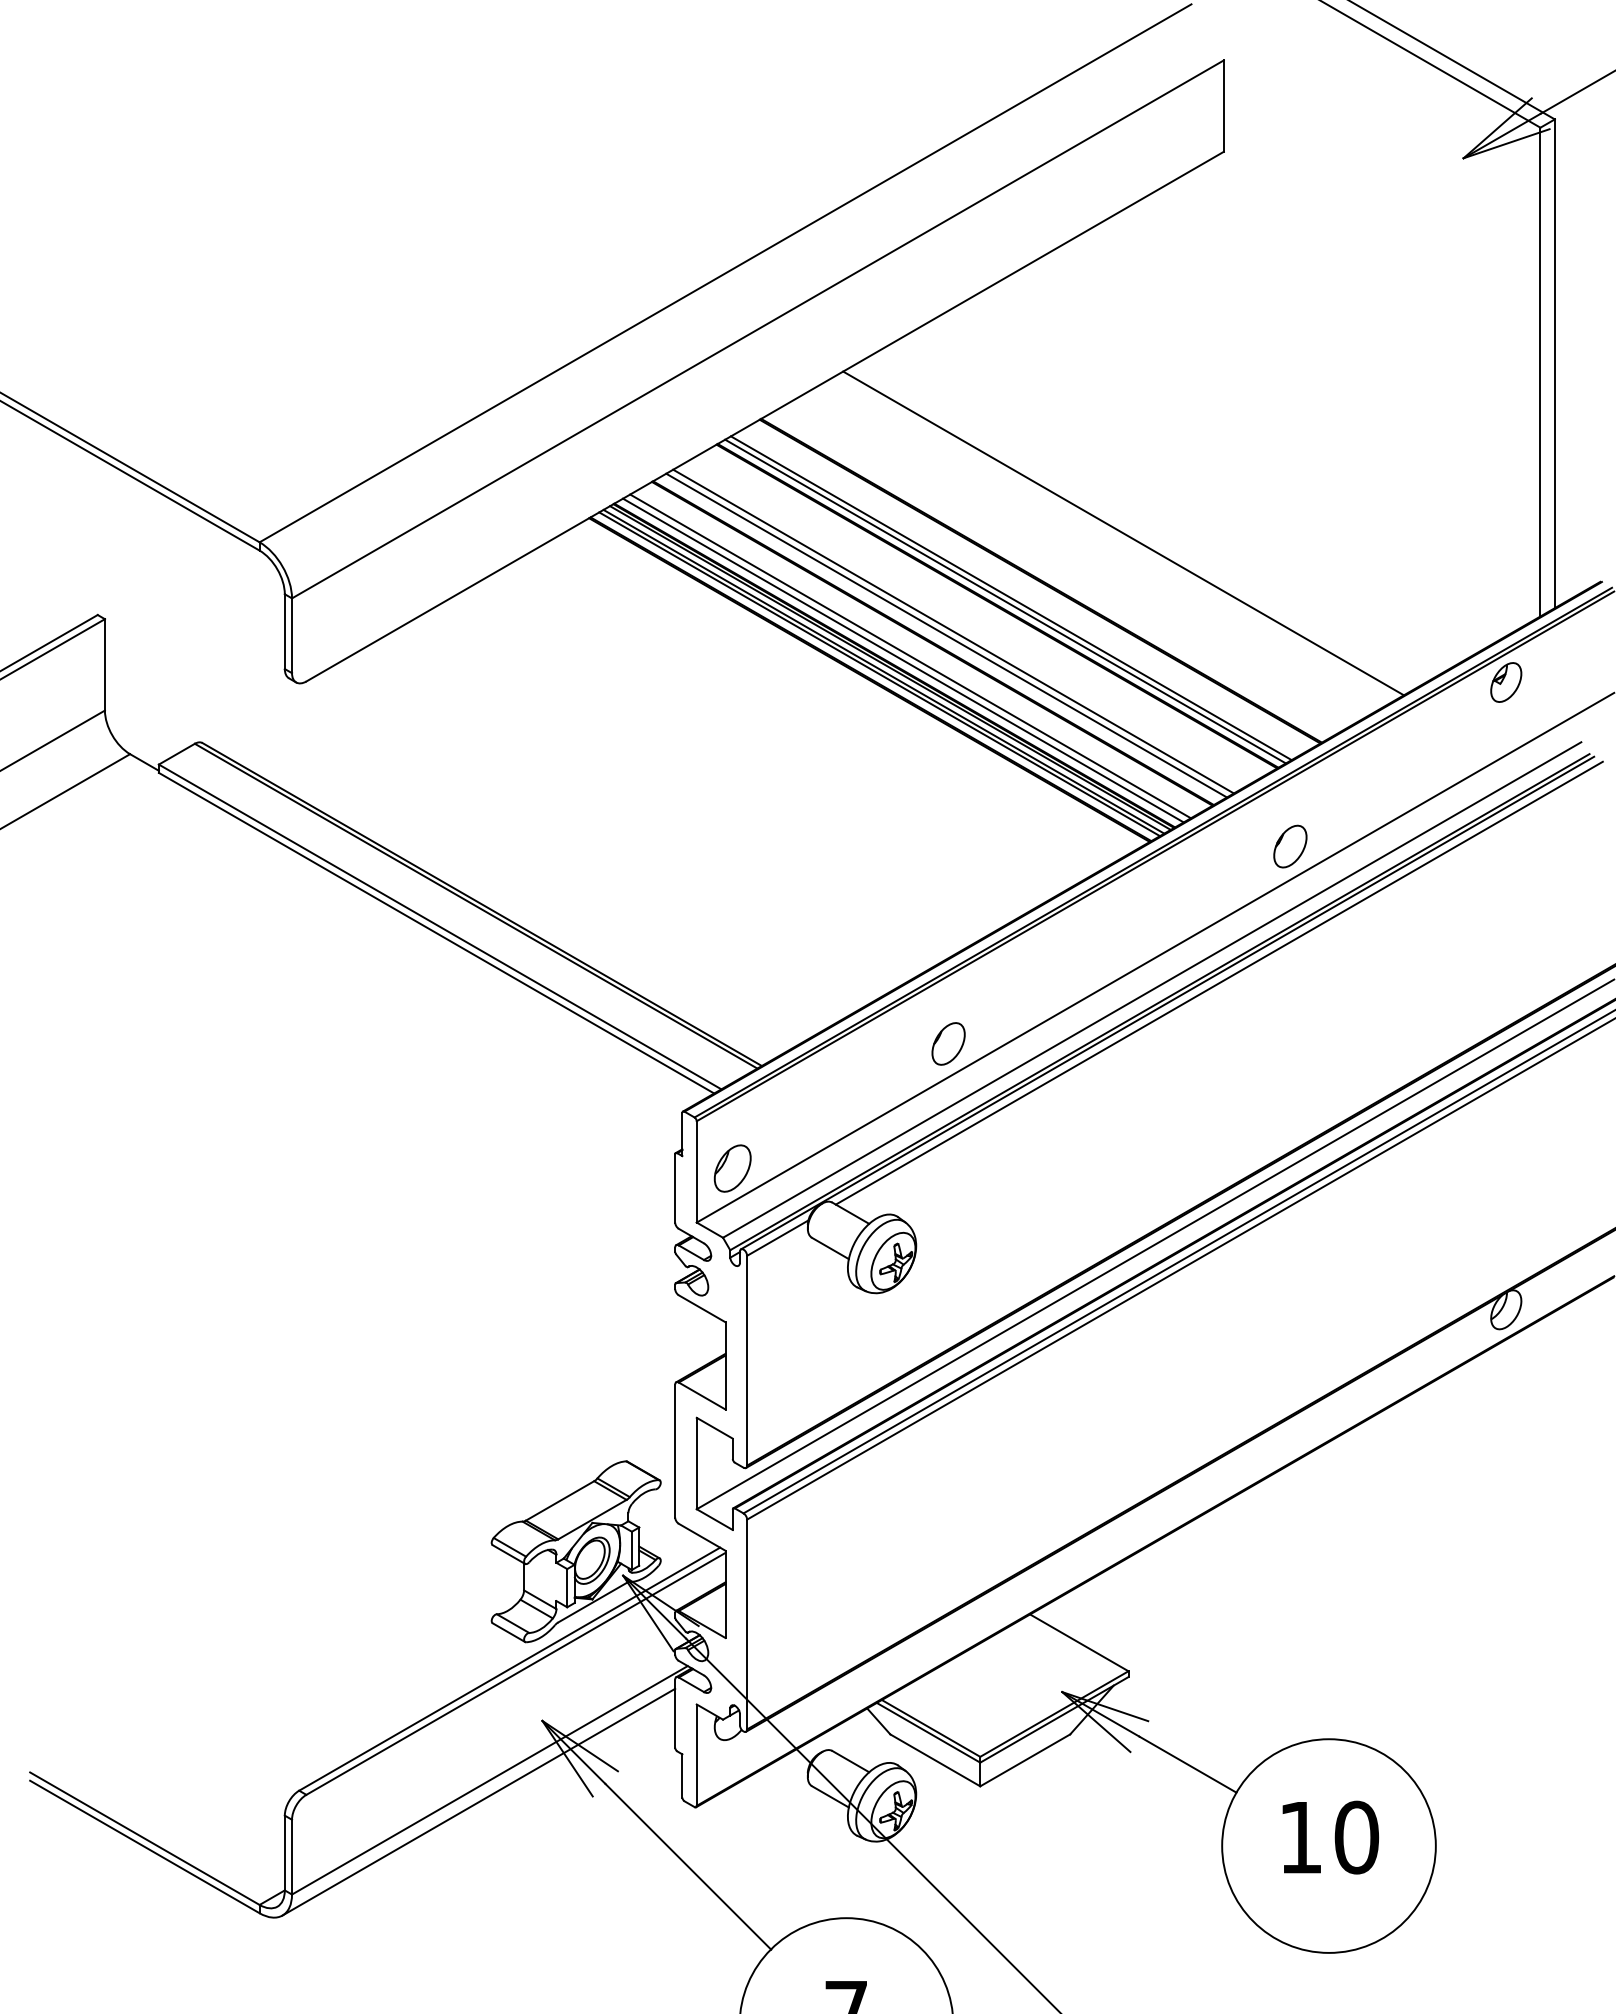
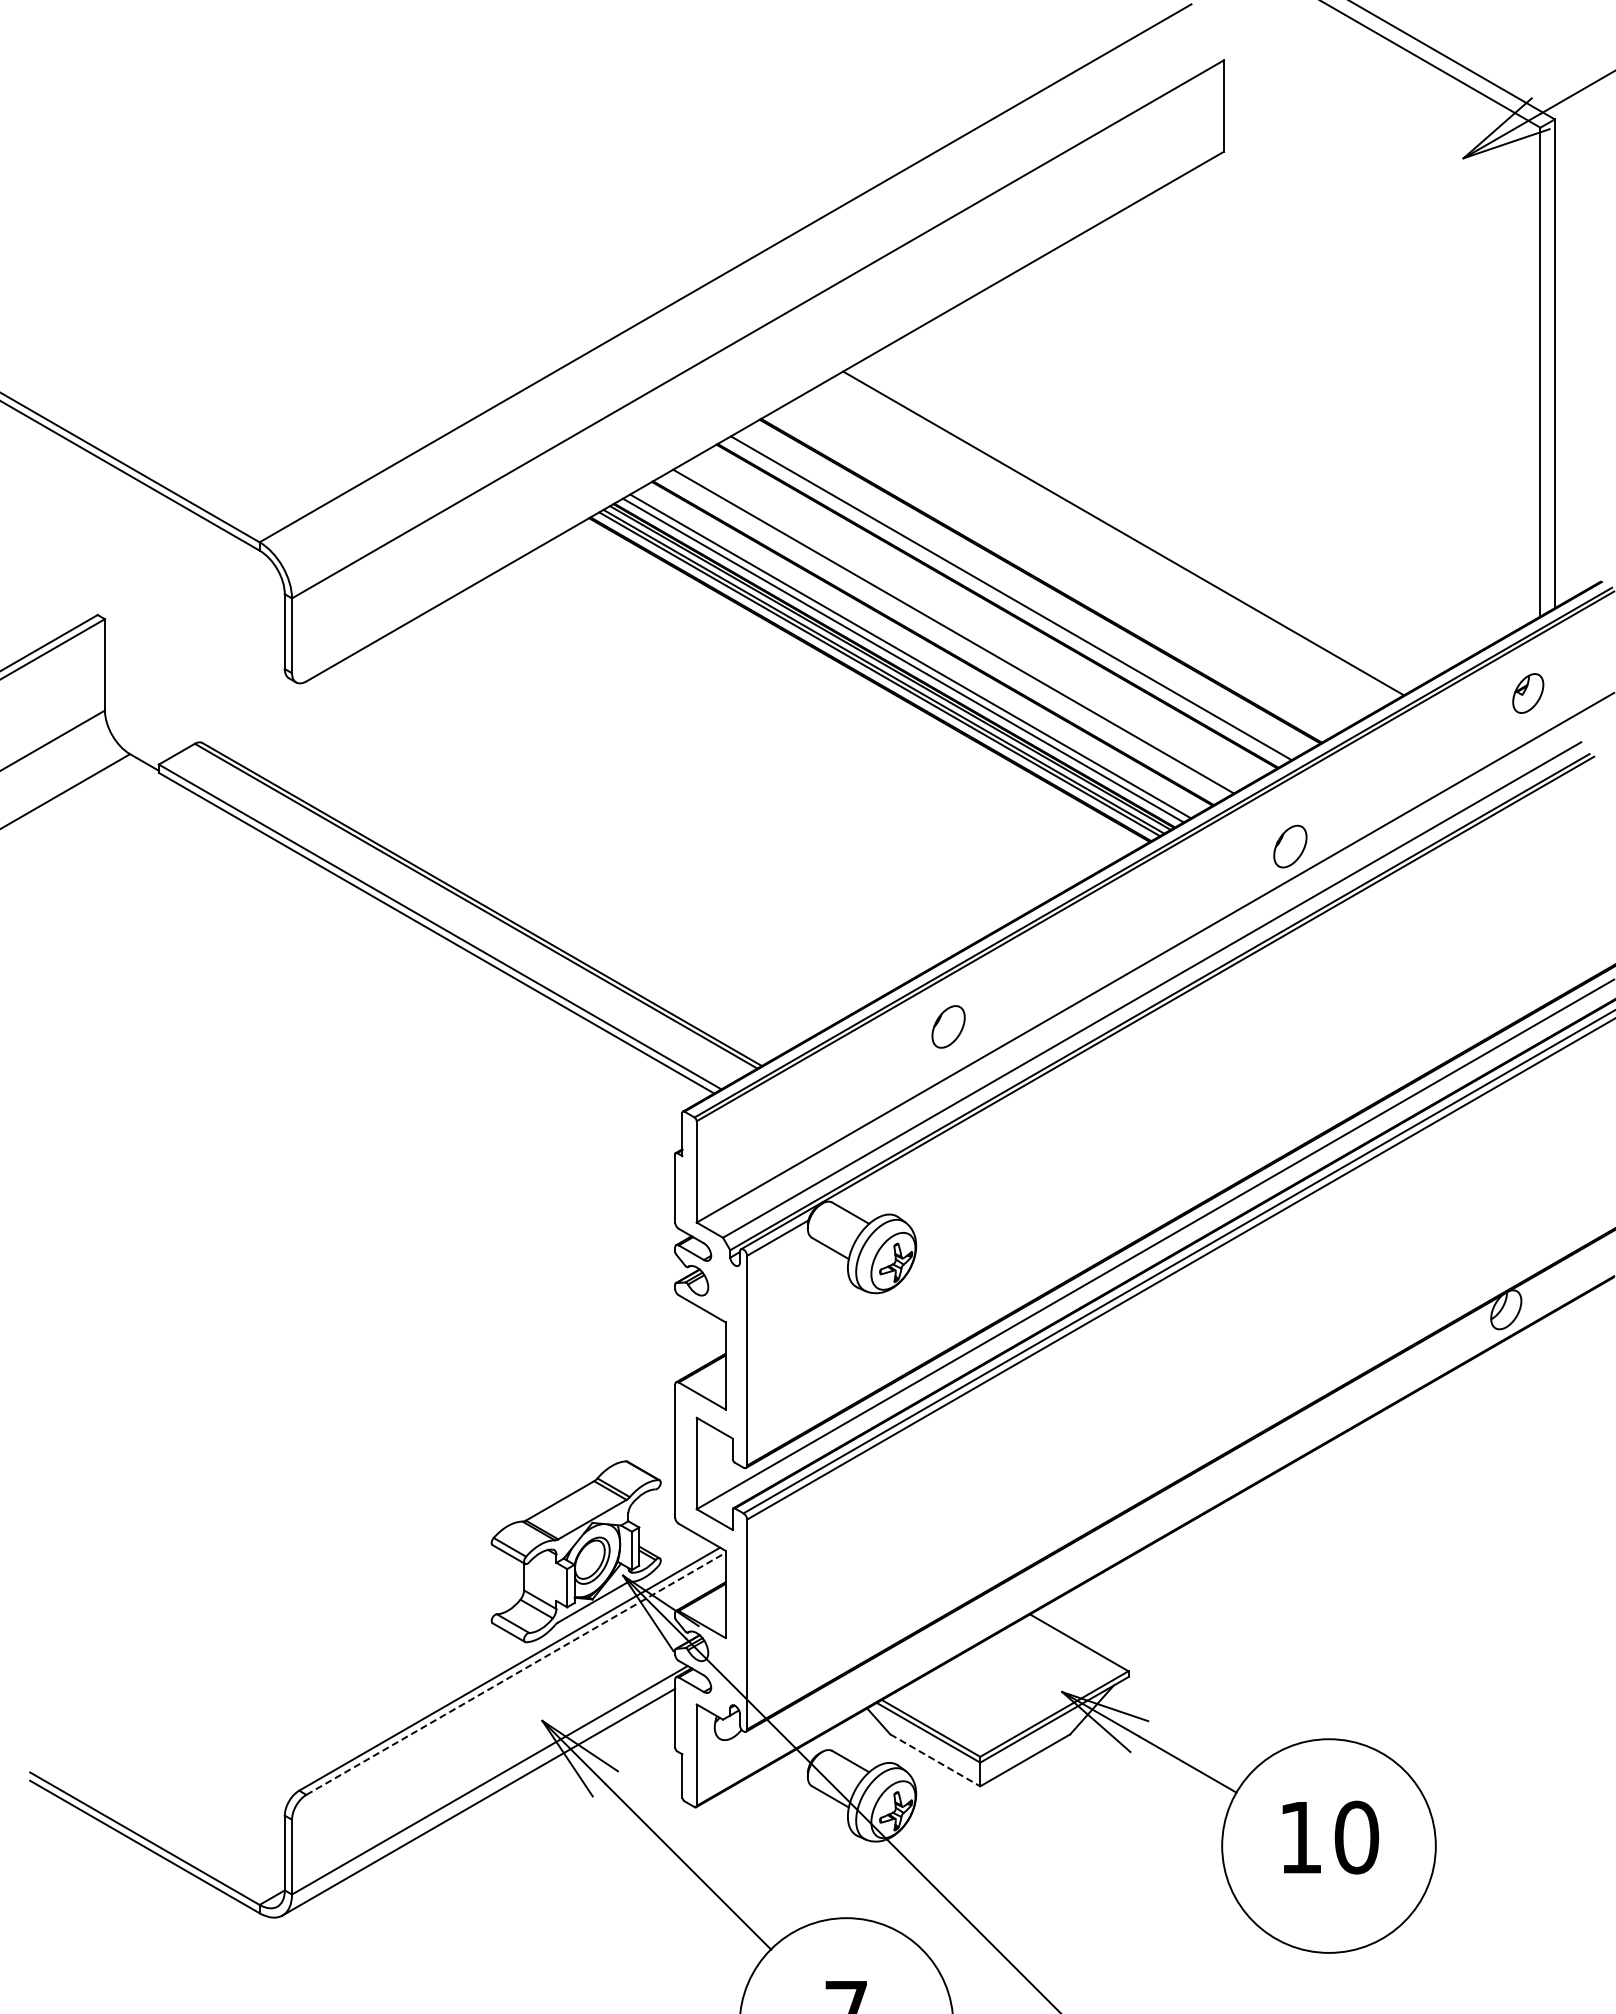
line at (1005, 601): present -> none
line at (946, 635): present -> none
part at (1506, 682) position: (1506, 682) -> (1528, 693)
line at (1218, 982): present -> none
part at (948, 1043) position: (948, 1043) -> (948, 1026)
part at (732, 1168): present -> none
line at (515, 1673): solid -> dashed
line at (935, 1760): solid -> dashed
